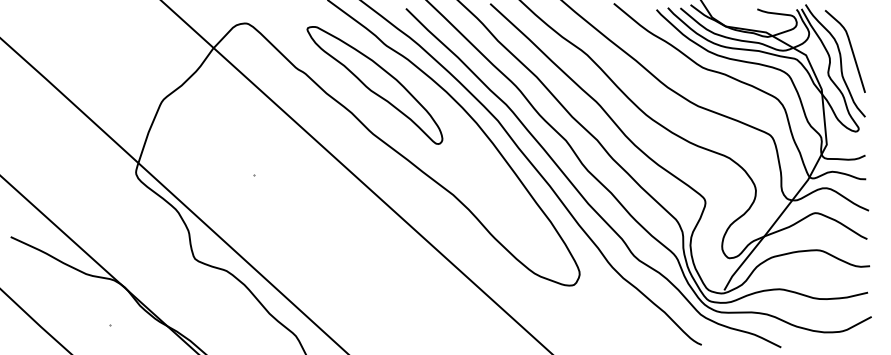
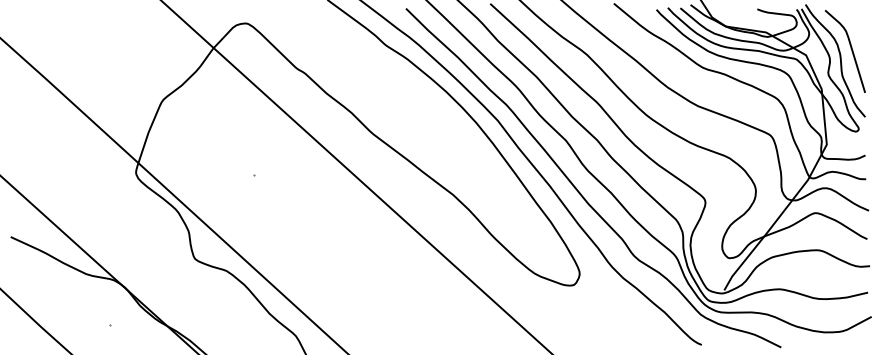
part at (374, 85): present -> none
